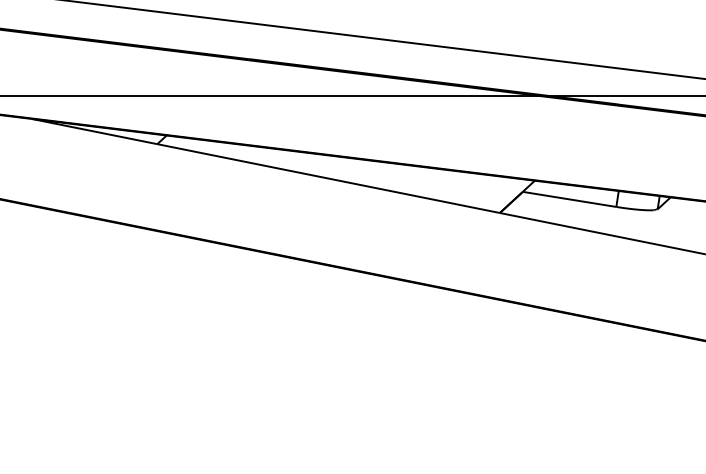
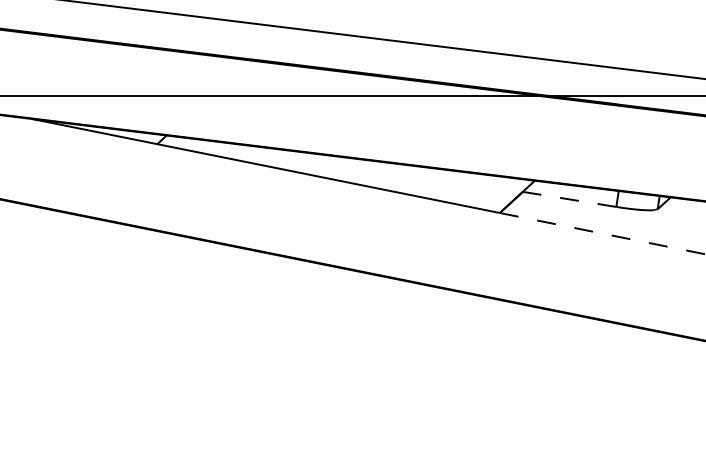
line at (569, 199): solid -> dashed
line at (602, 233): solid -> dashed
